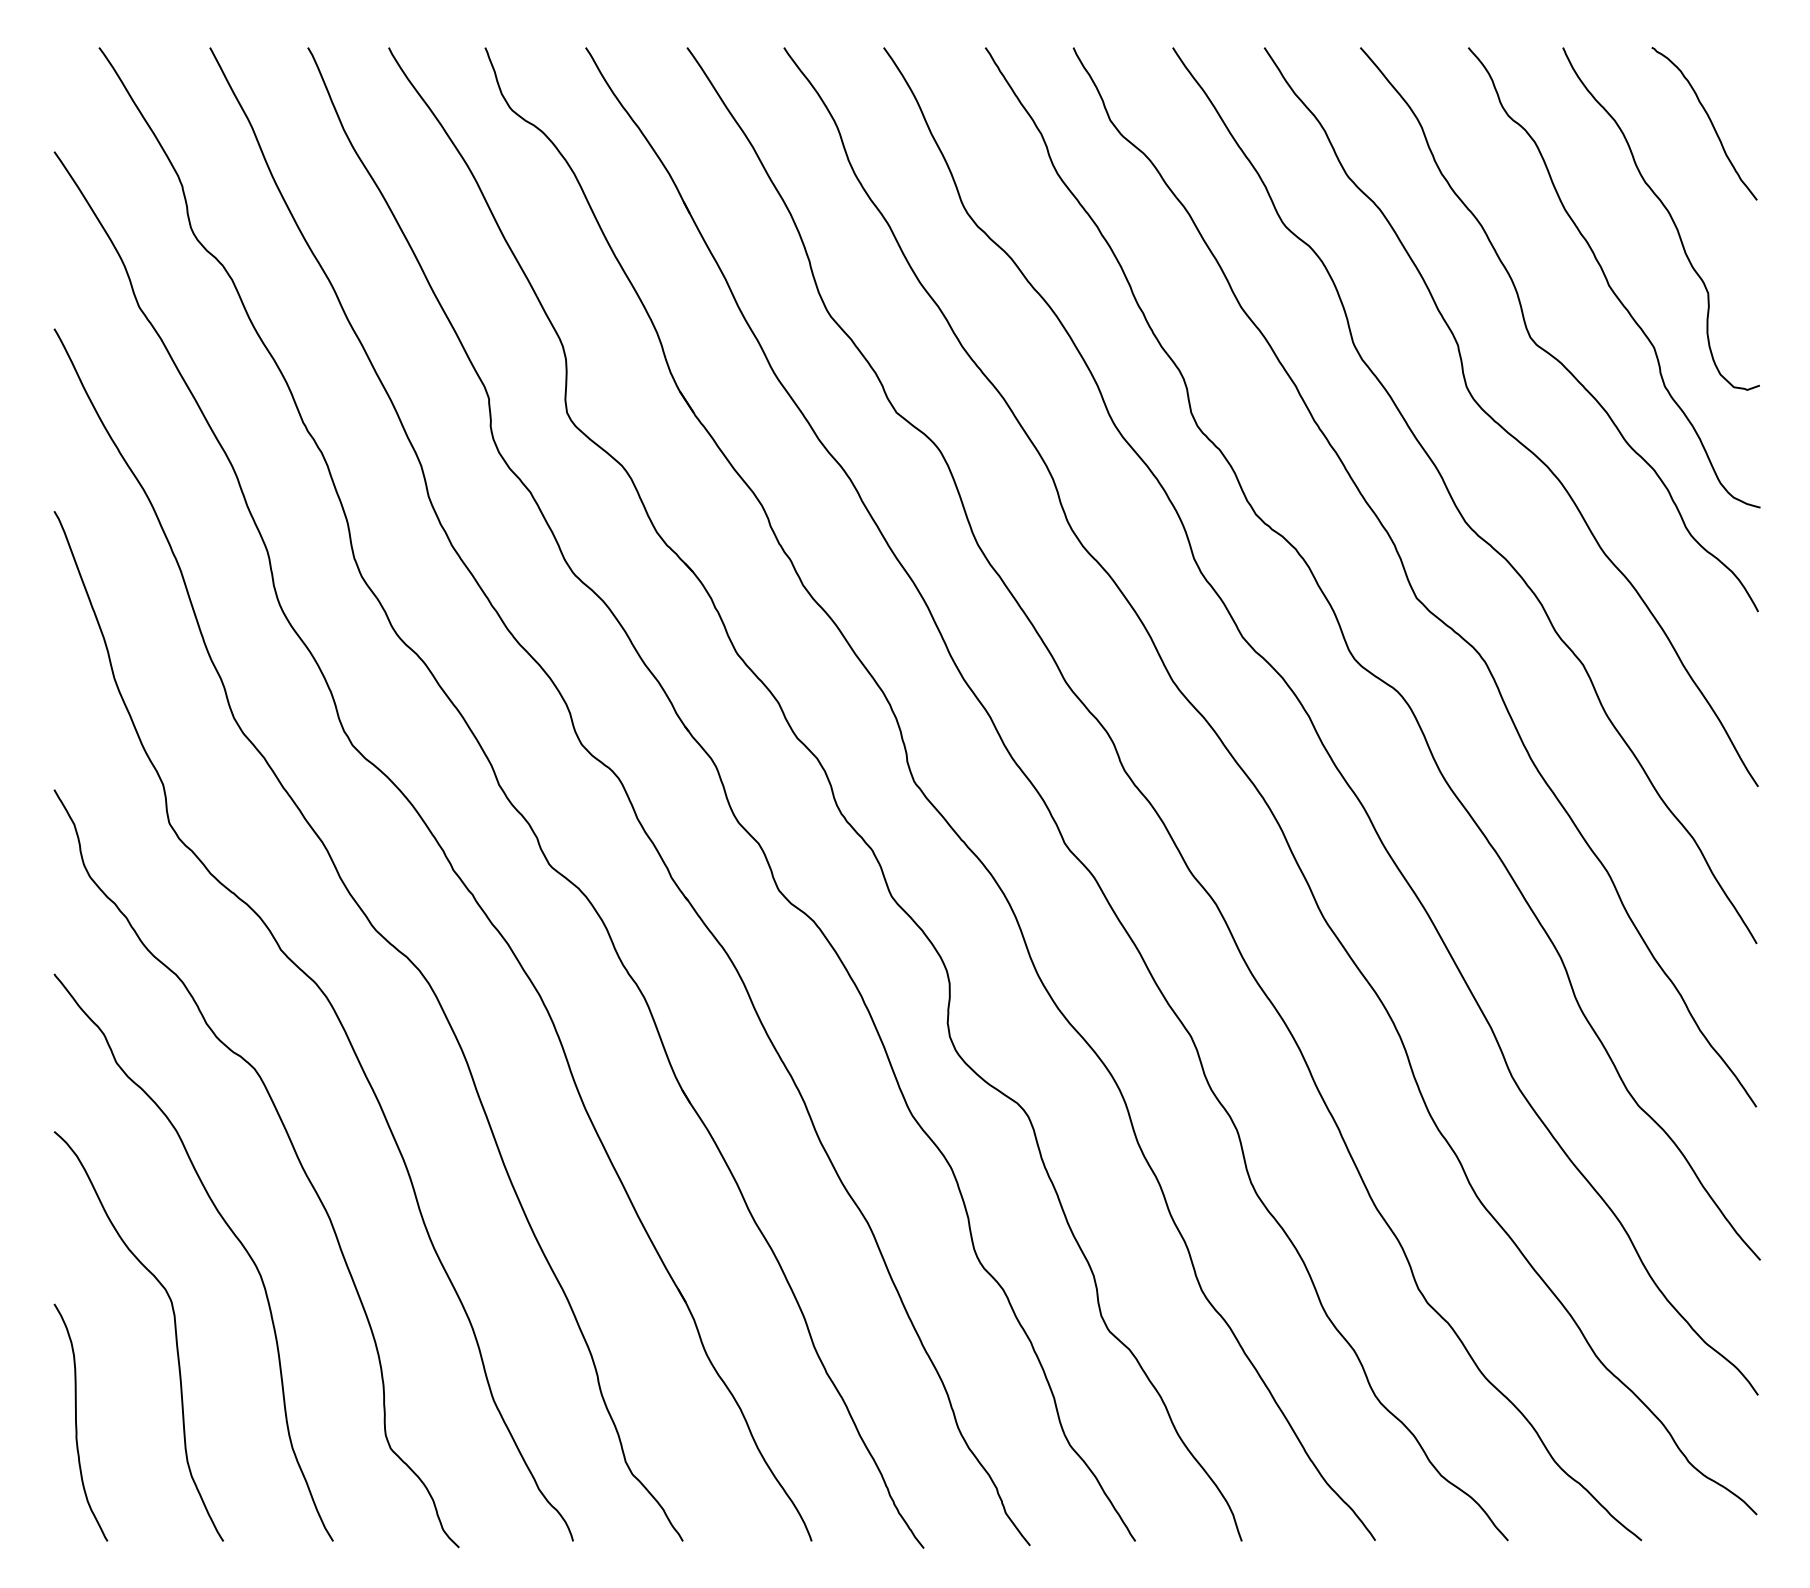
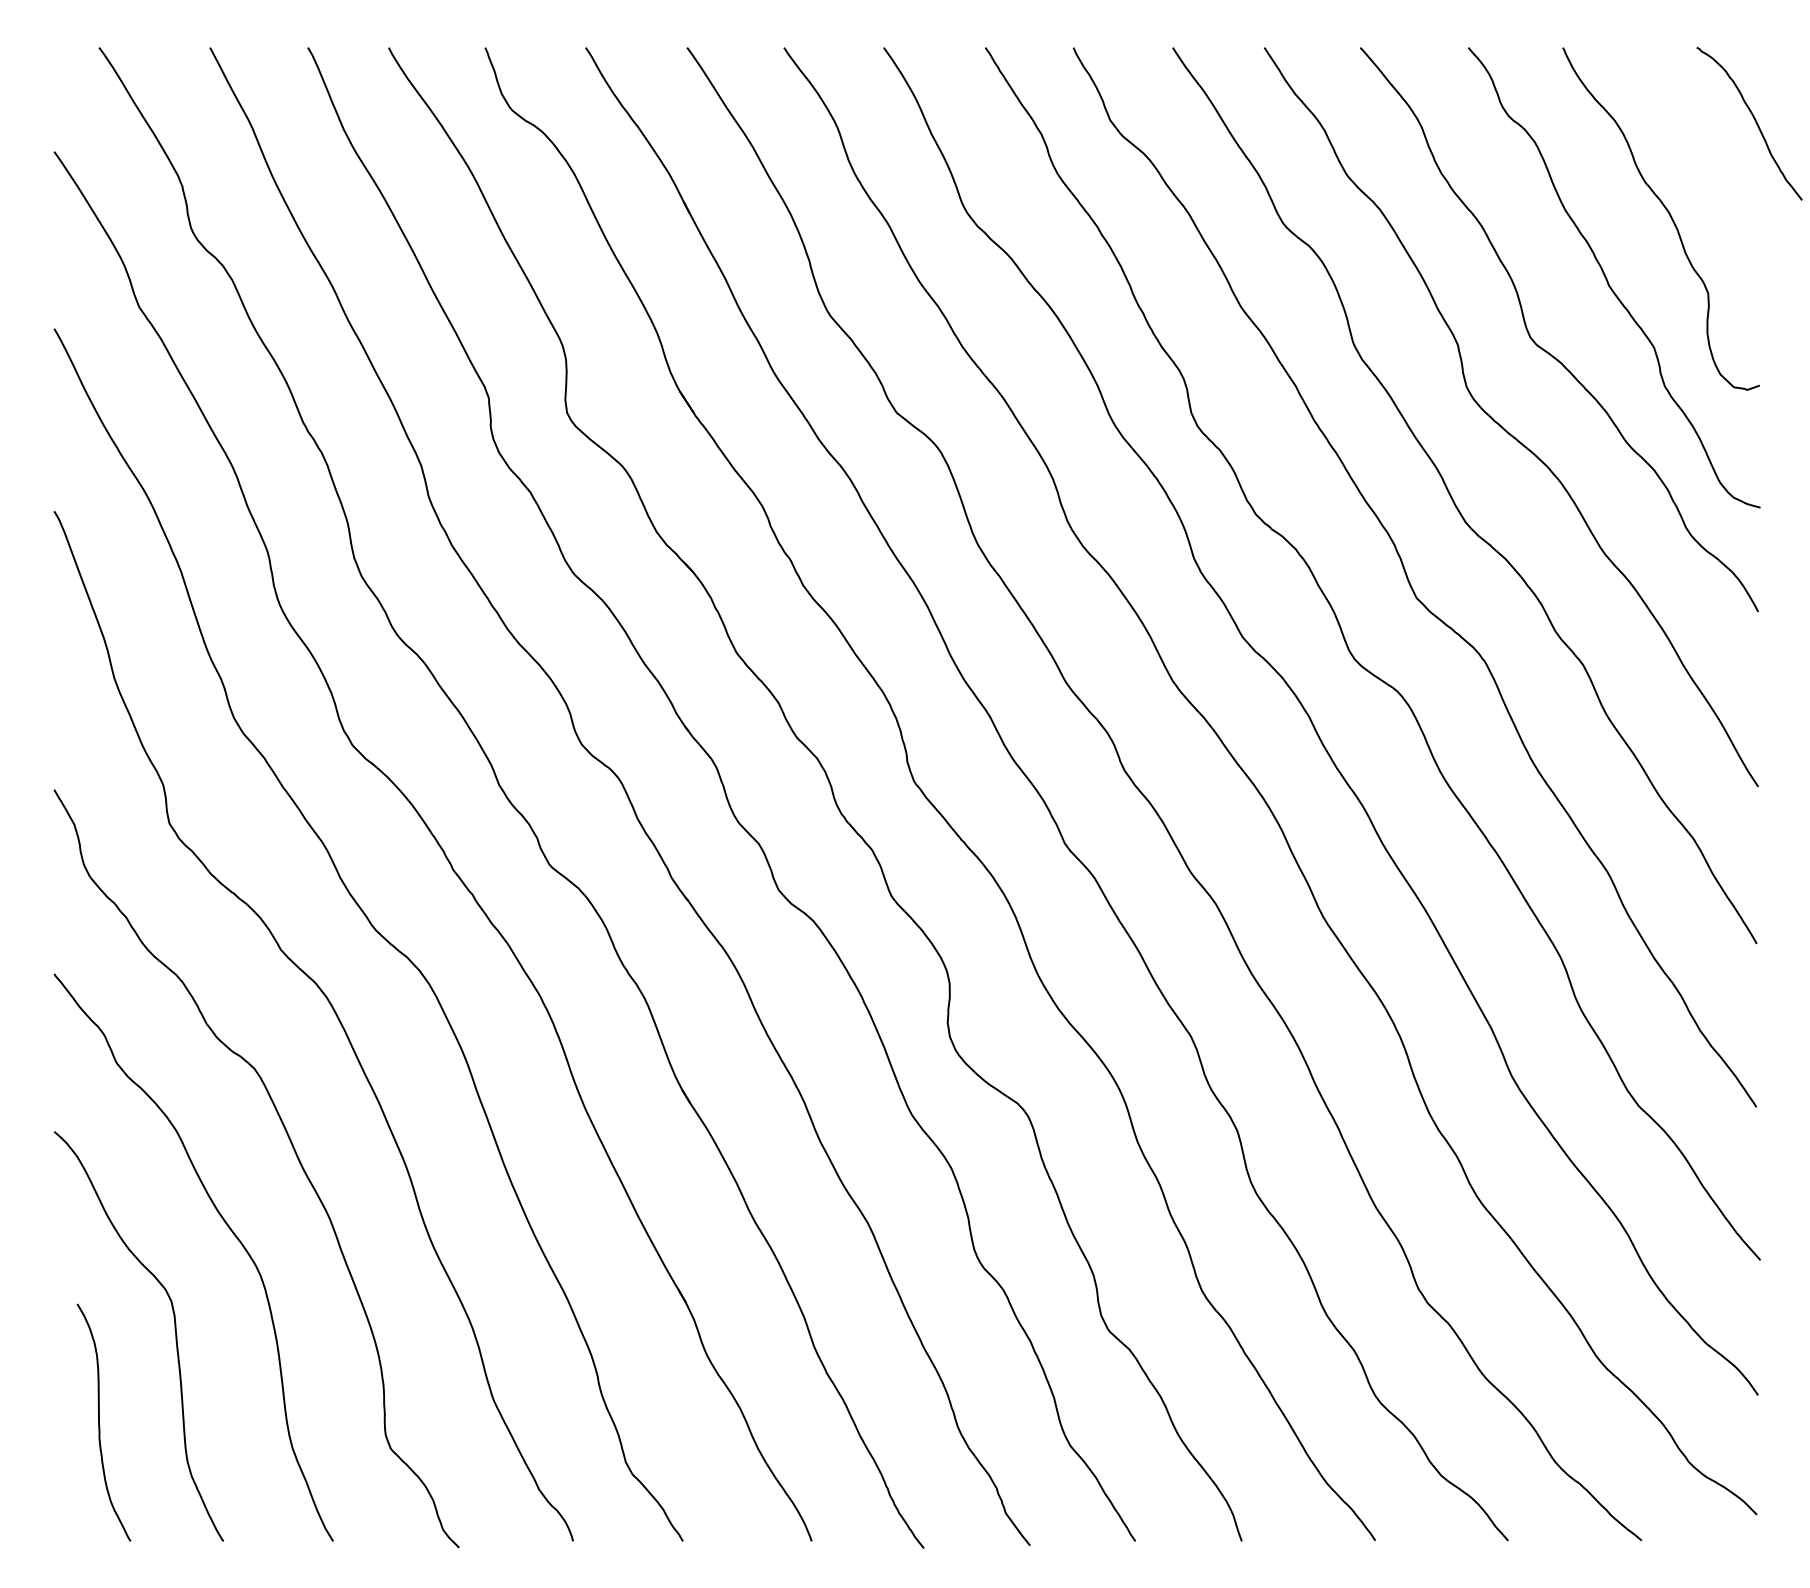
curve at (1709, 120) position: (1709, 120) -> (1754, 120)
curve at (76, 1422) position: (76, 1422) -> (99, 1422)
